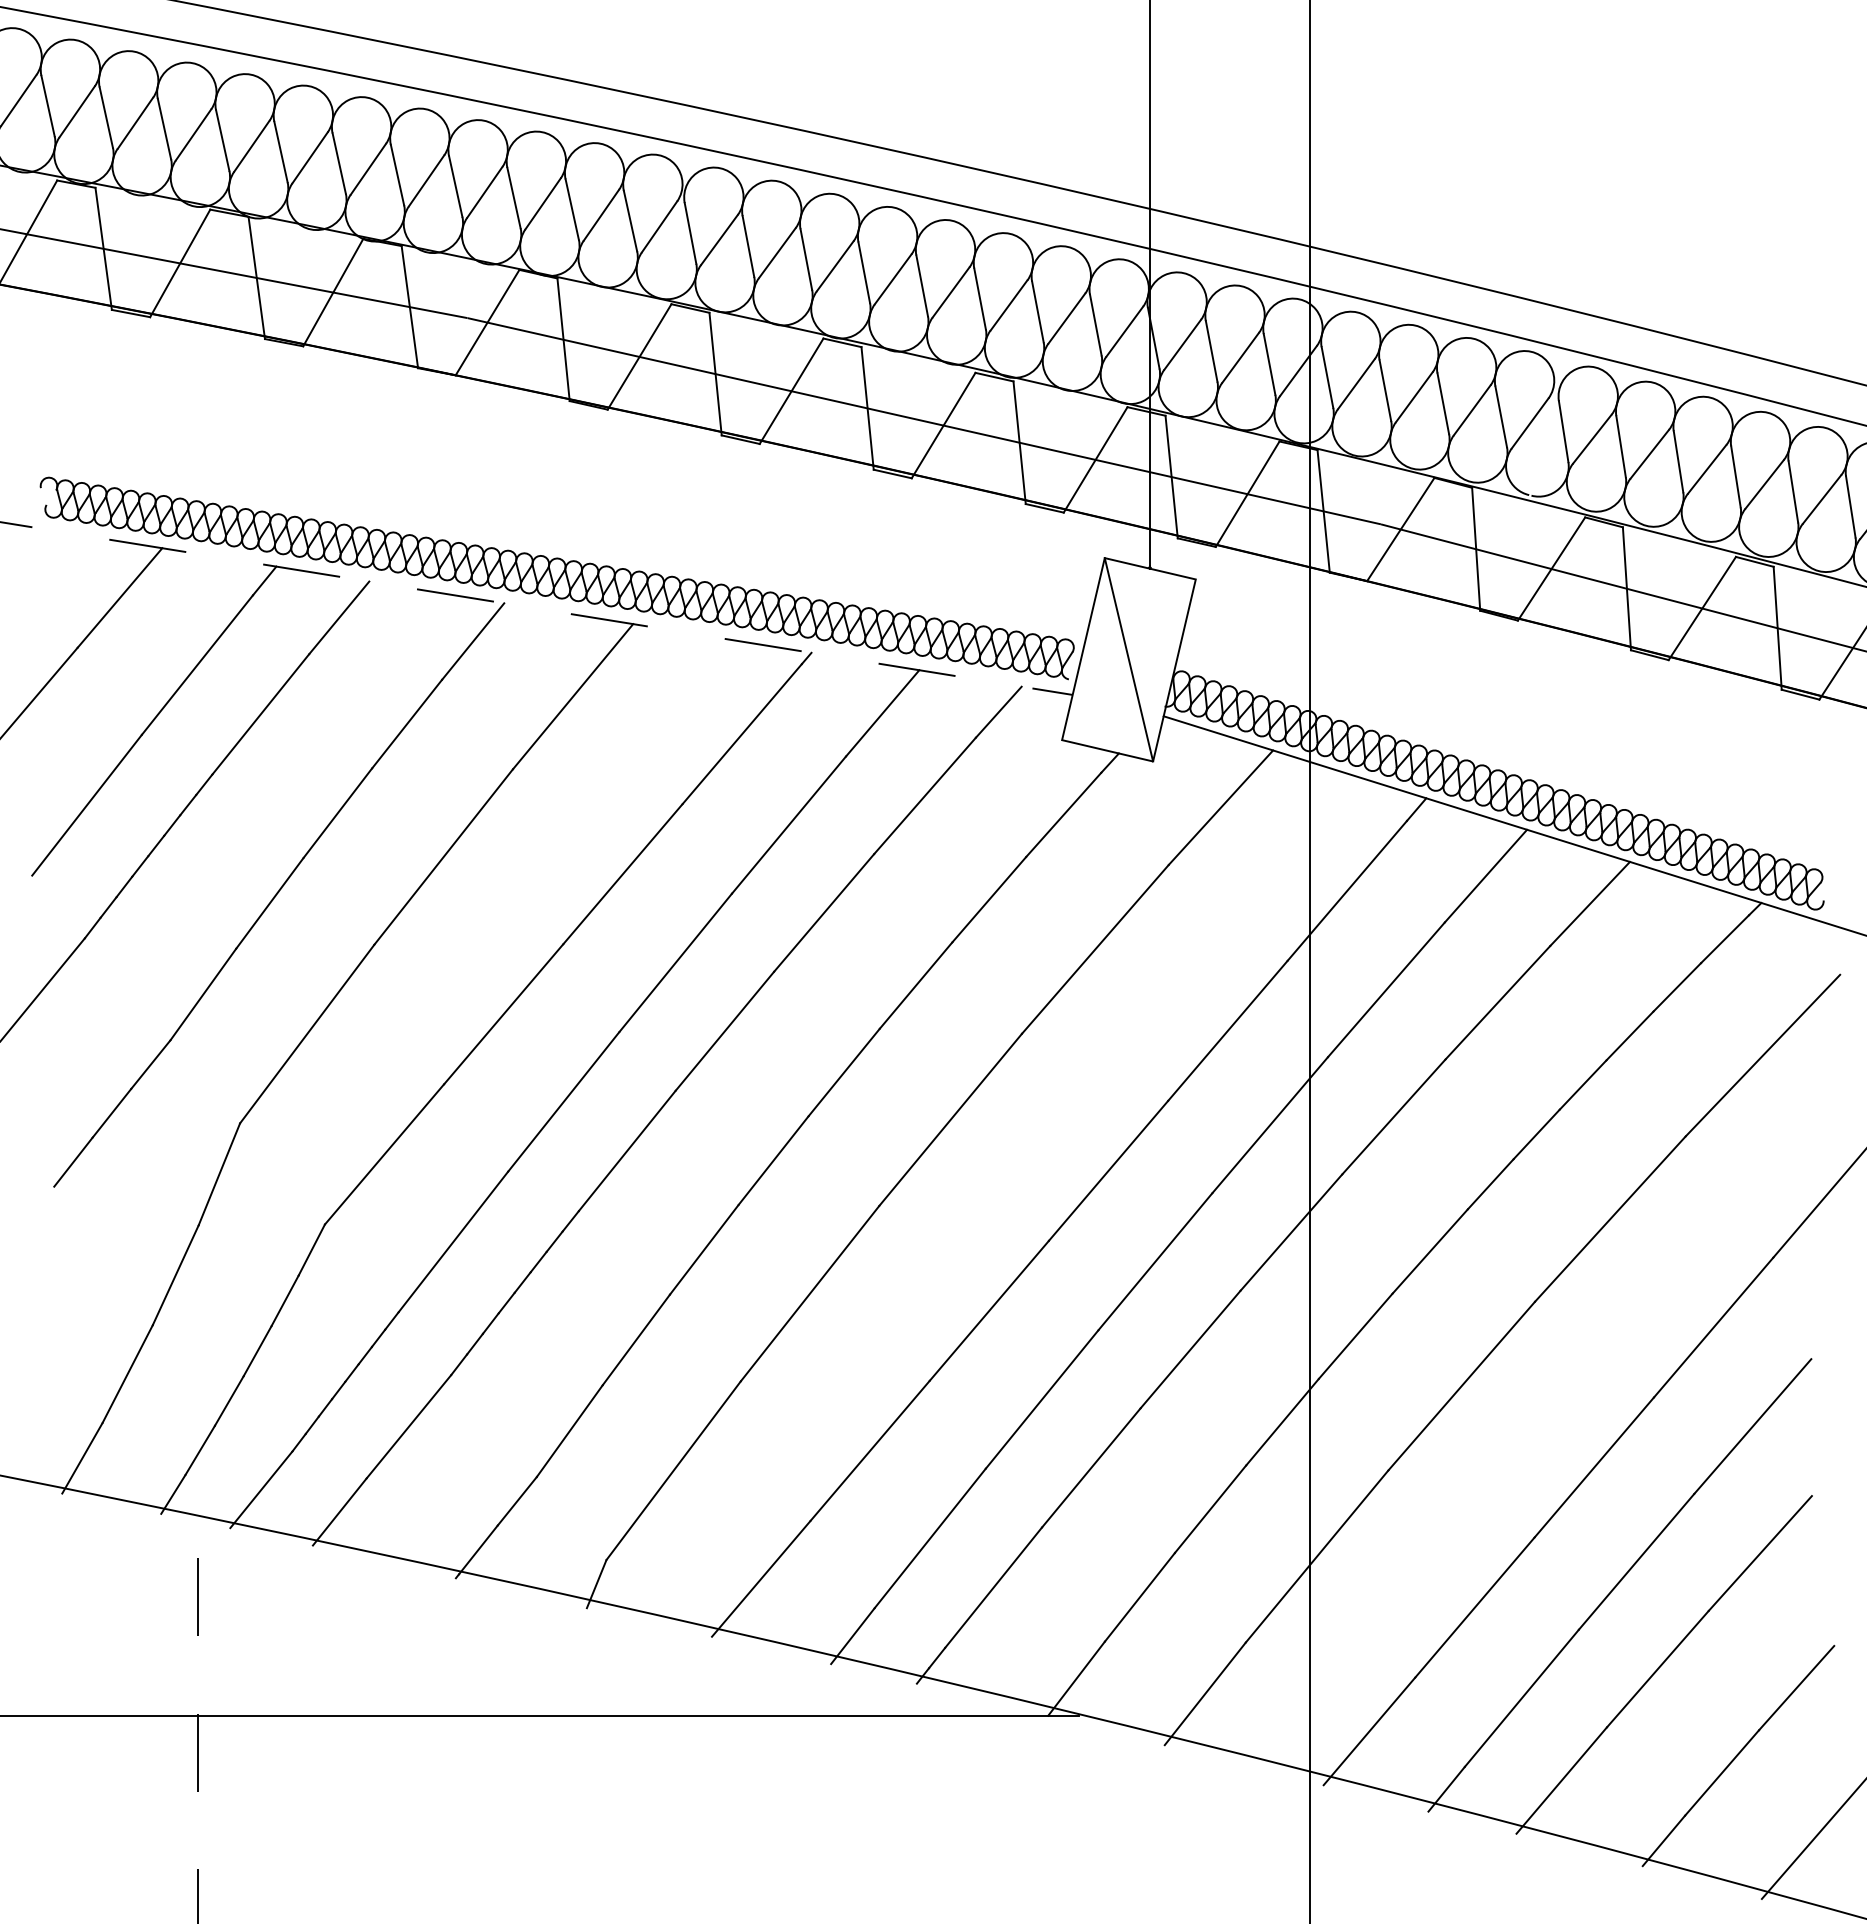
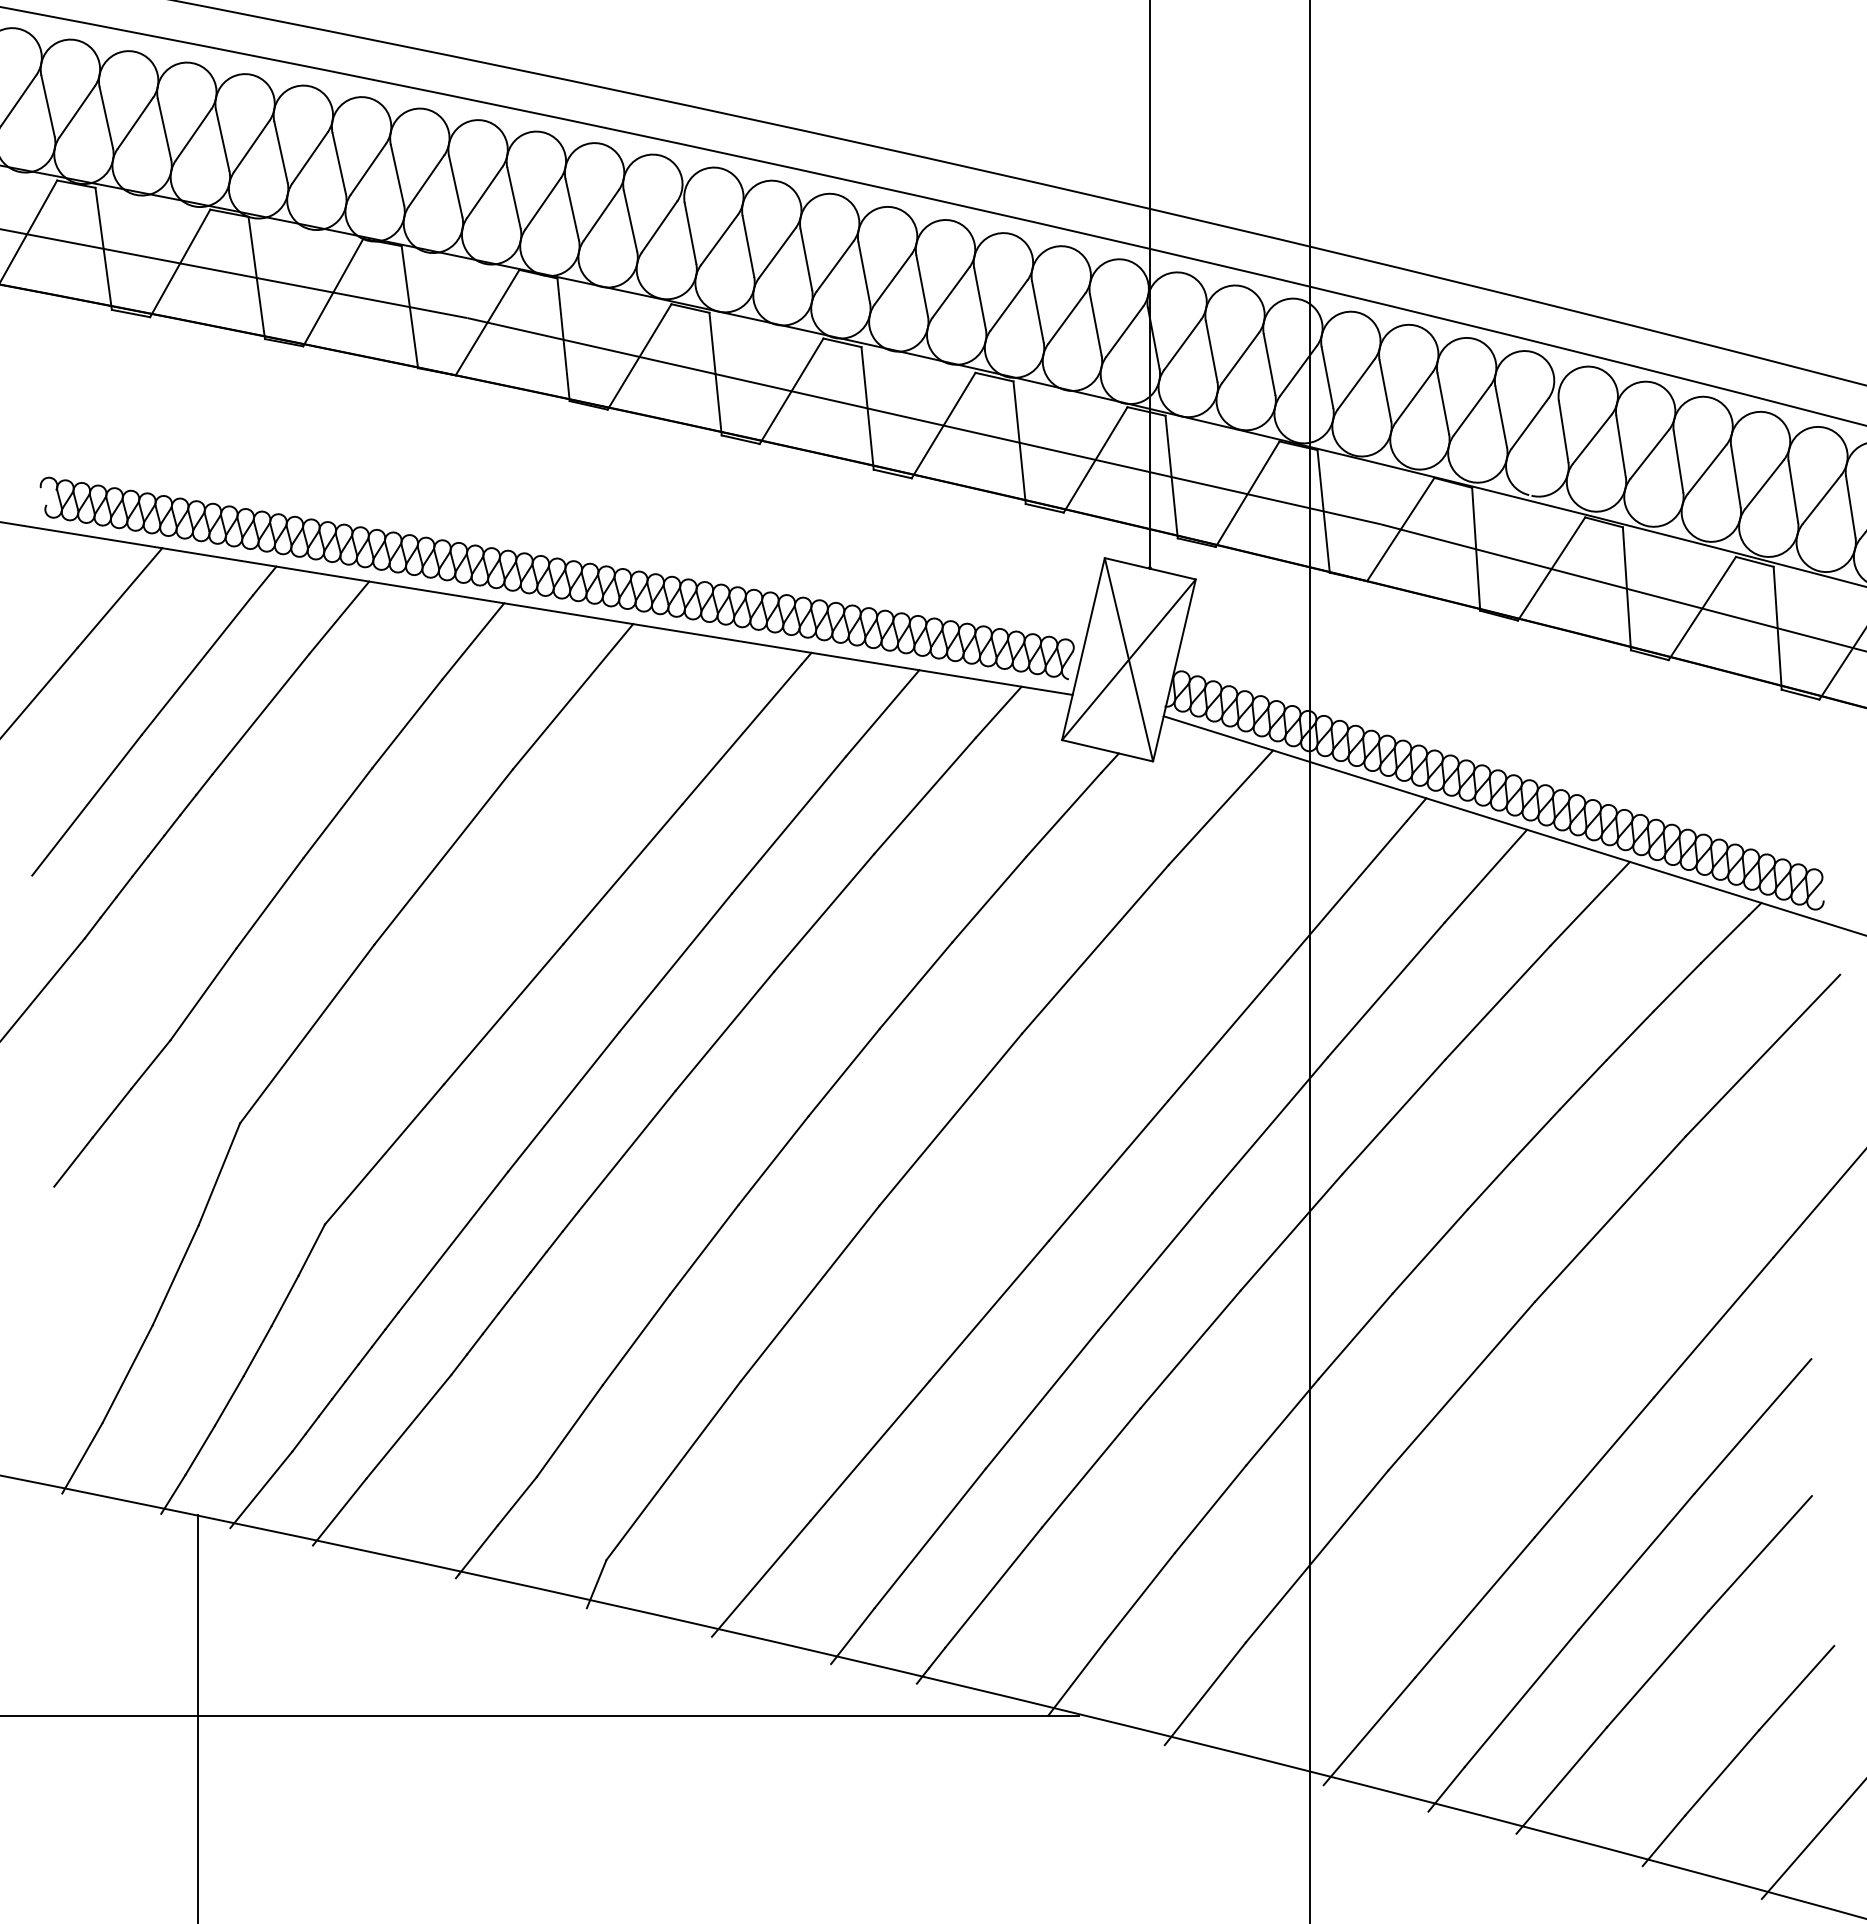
line at (536, 608): dashed -> solid
line at (1128, 659): none -> present
line at (198, 1719): dashed -> solid
